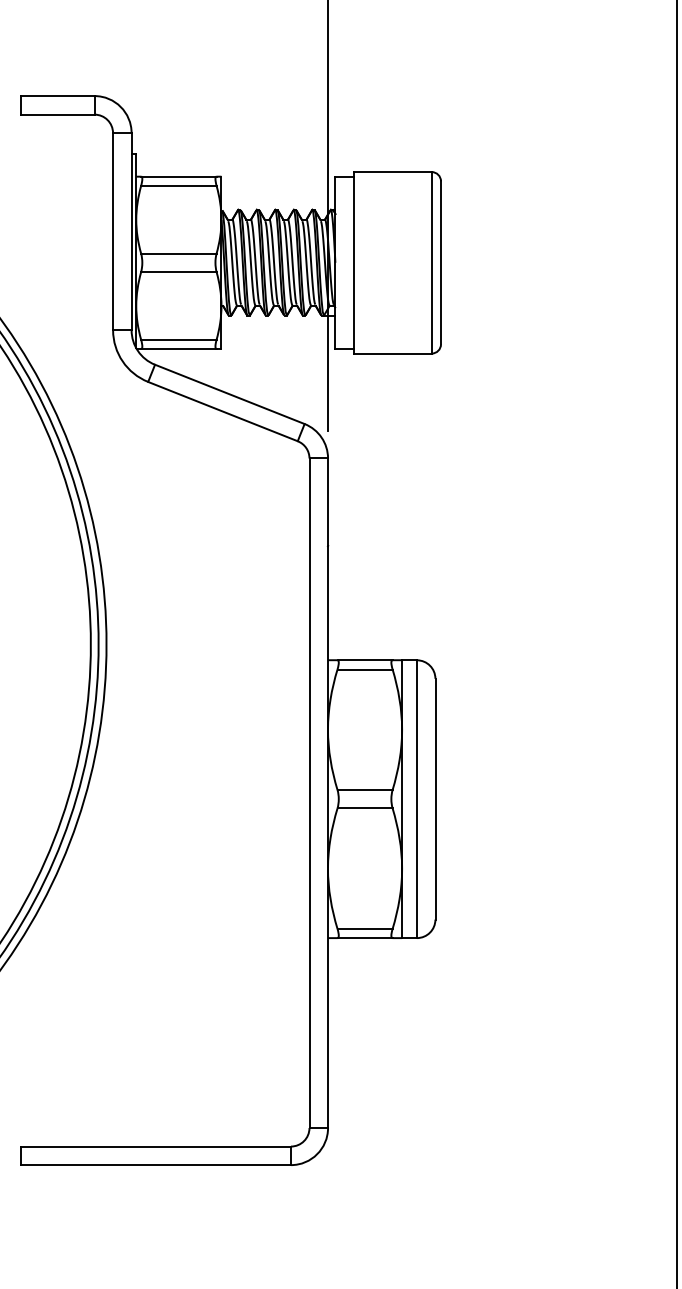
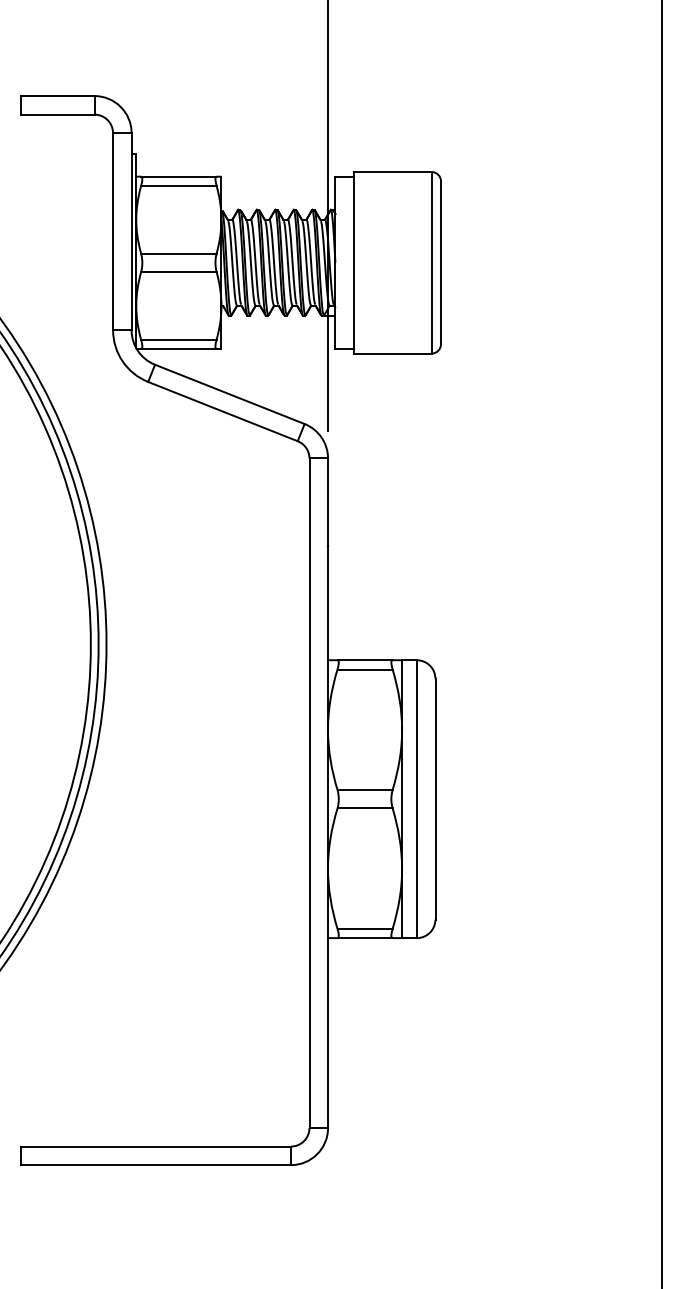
line at (676, 643) position: (676, 643) -> (661, 643)
